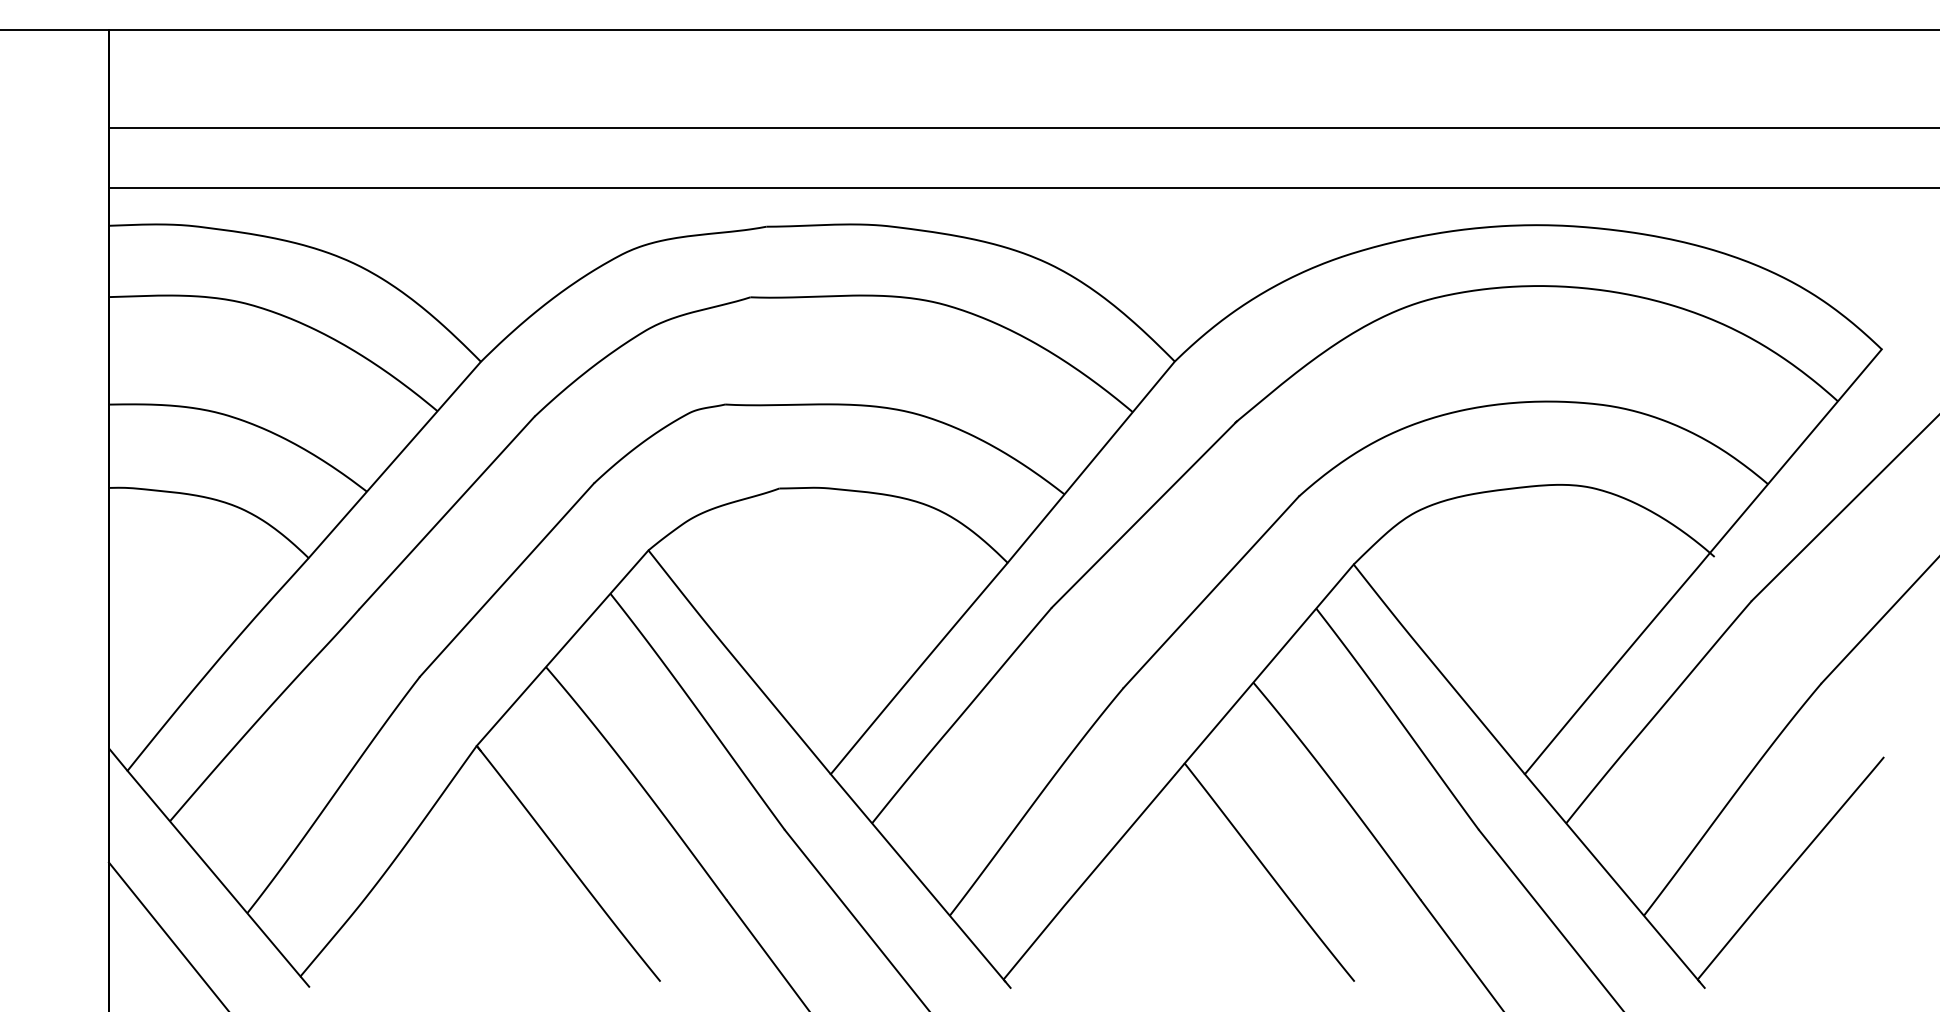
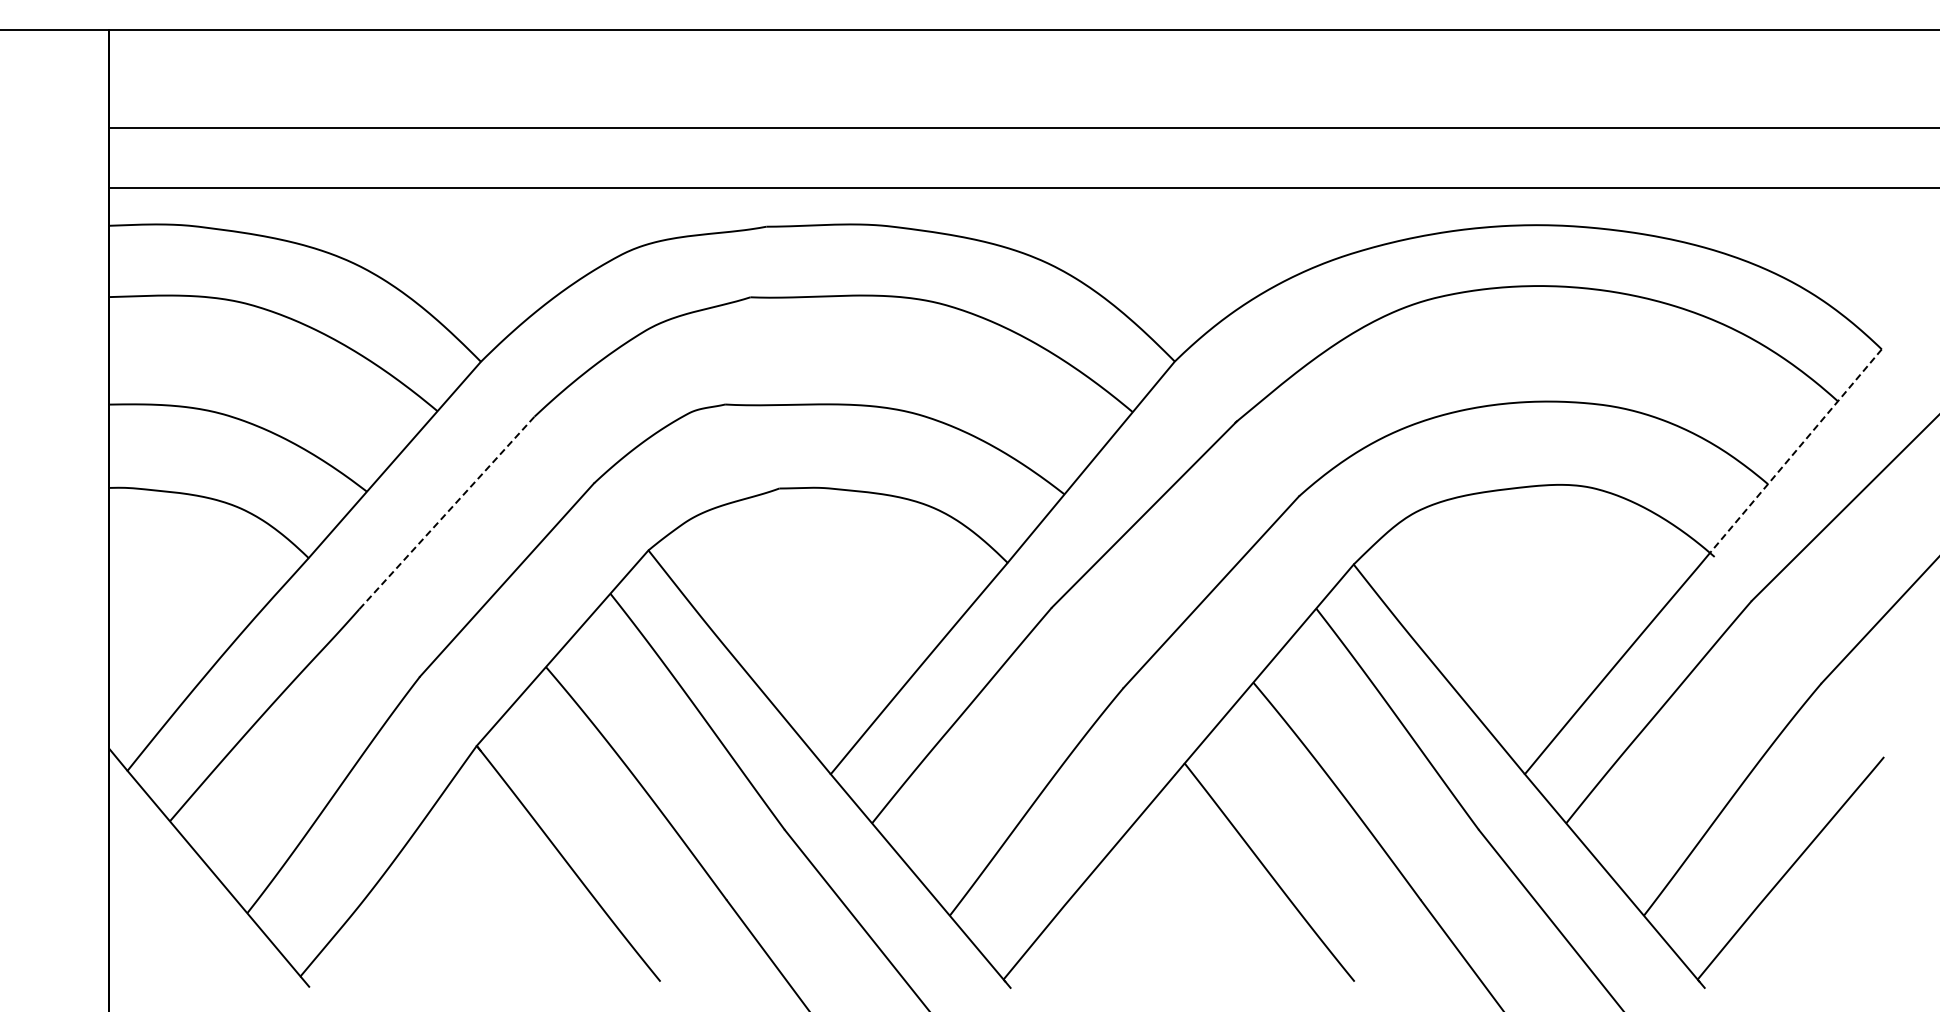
line at (1795, 451): solid -> dashed
line at (447, 512): solid -> dashed
line at (167, 935): present -> none
